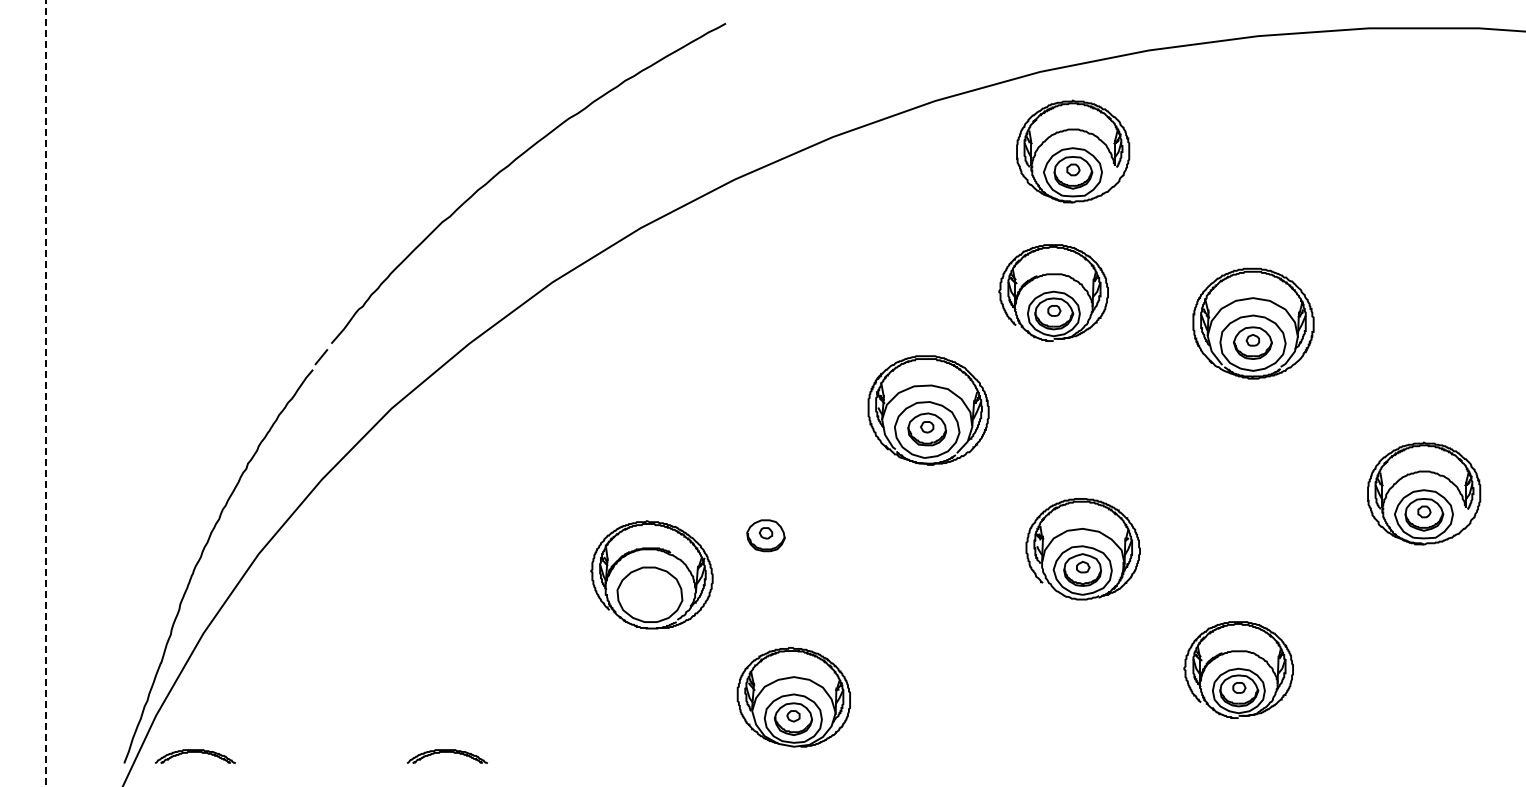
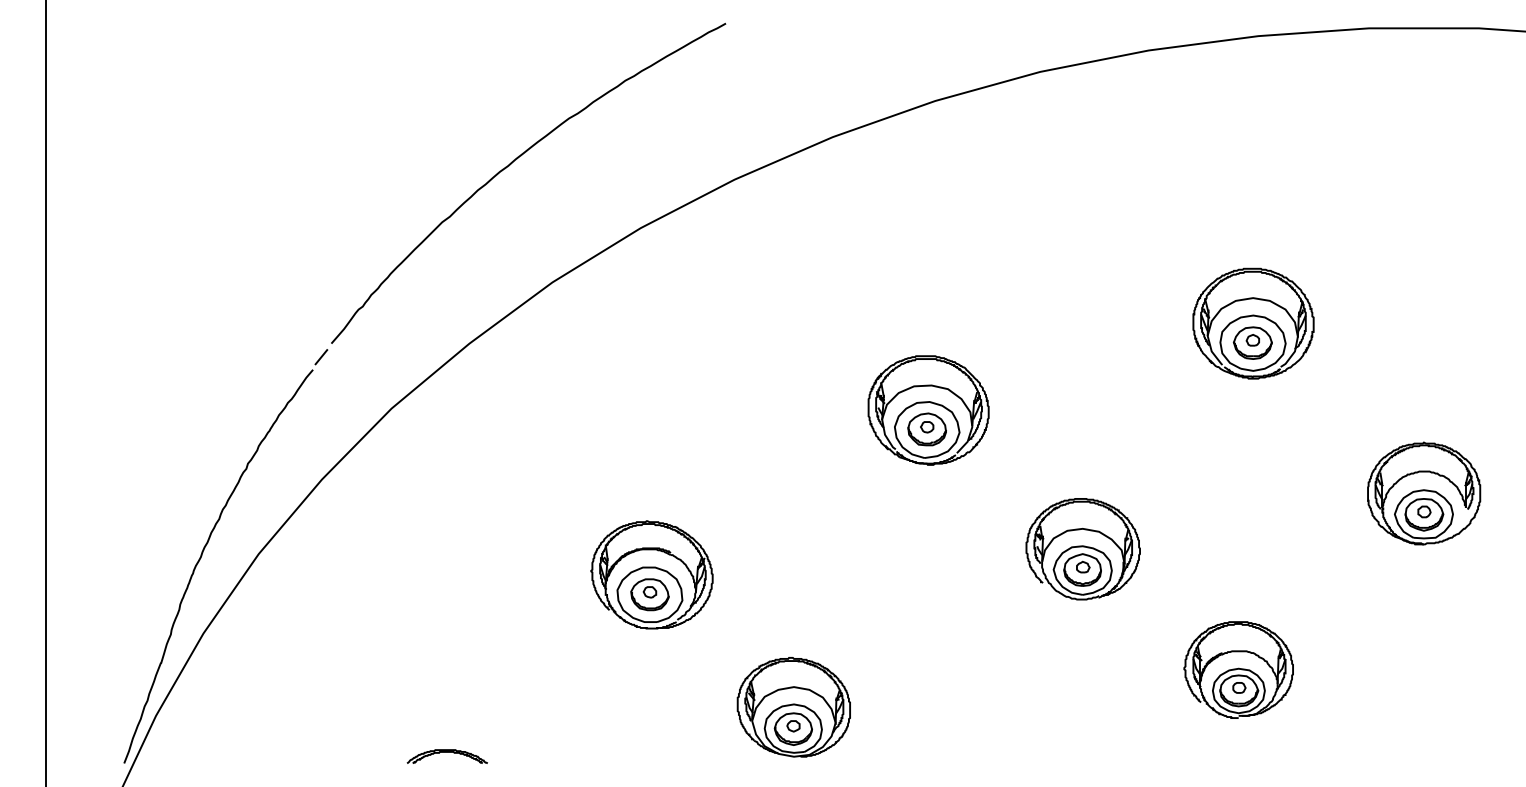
part at (1073, 151): present -> none
part at (1053, 292): present -> none
line at (45, 393): dashed -> solid
part at (765, 535) position: (765, 535) -> (649, 594)
part at (793, 697) position: (793, 697) -> (793, 707)
part at (194, 756): present -> none
